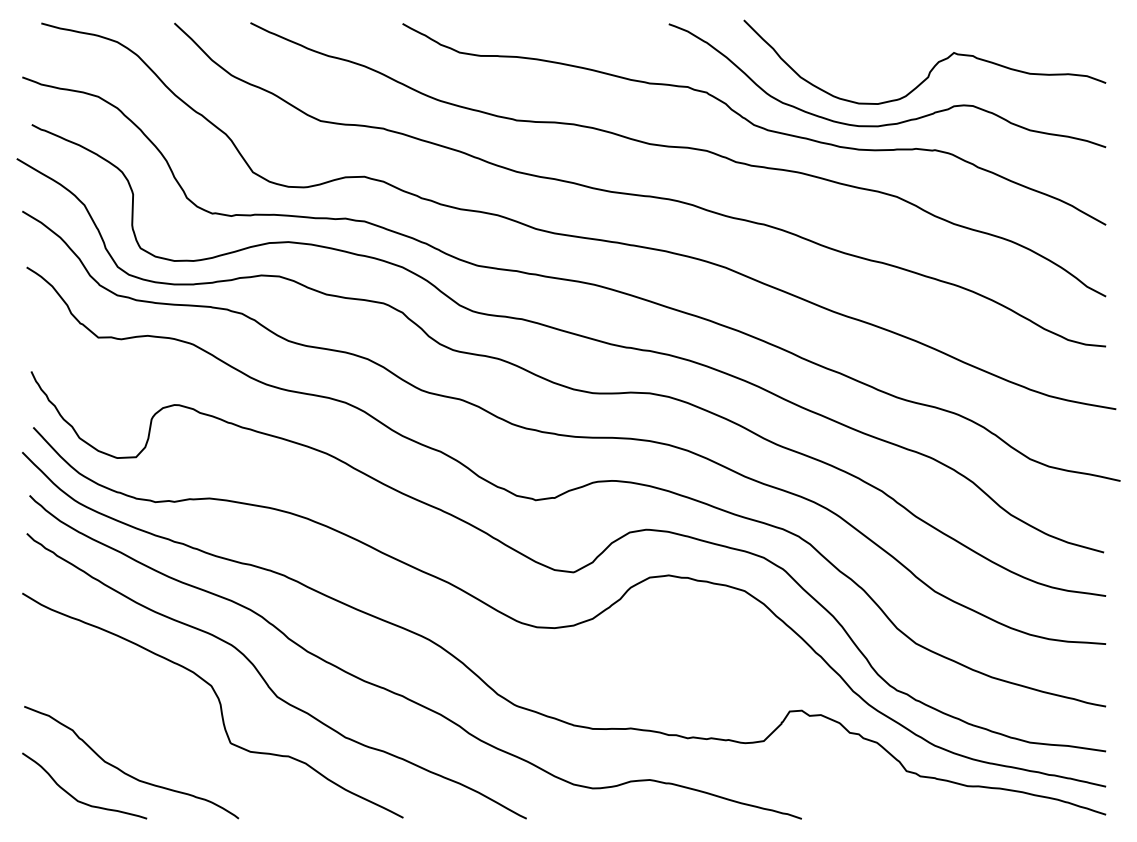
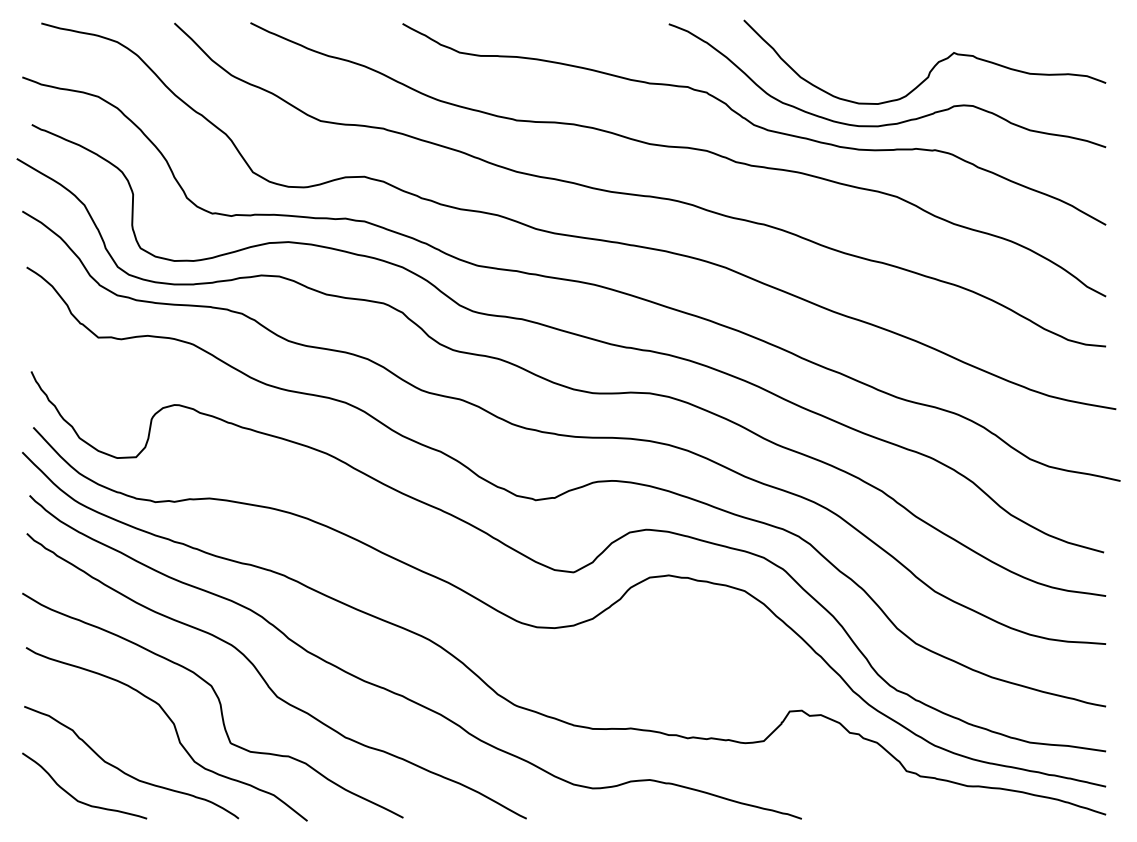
curve at (175, 732): none -> present
